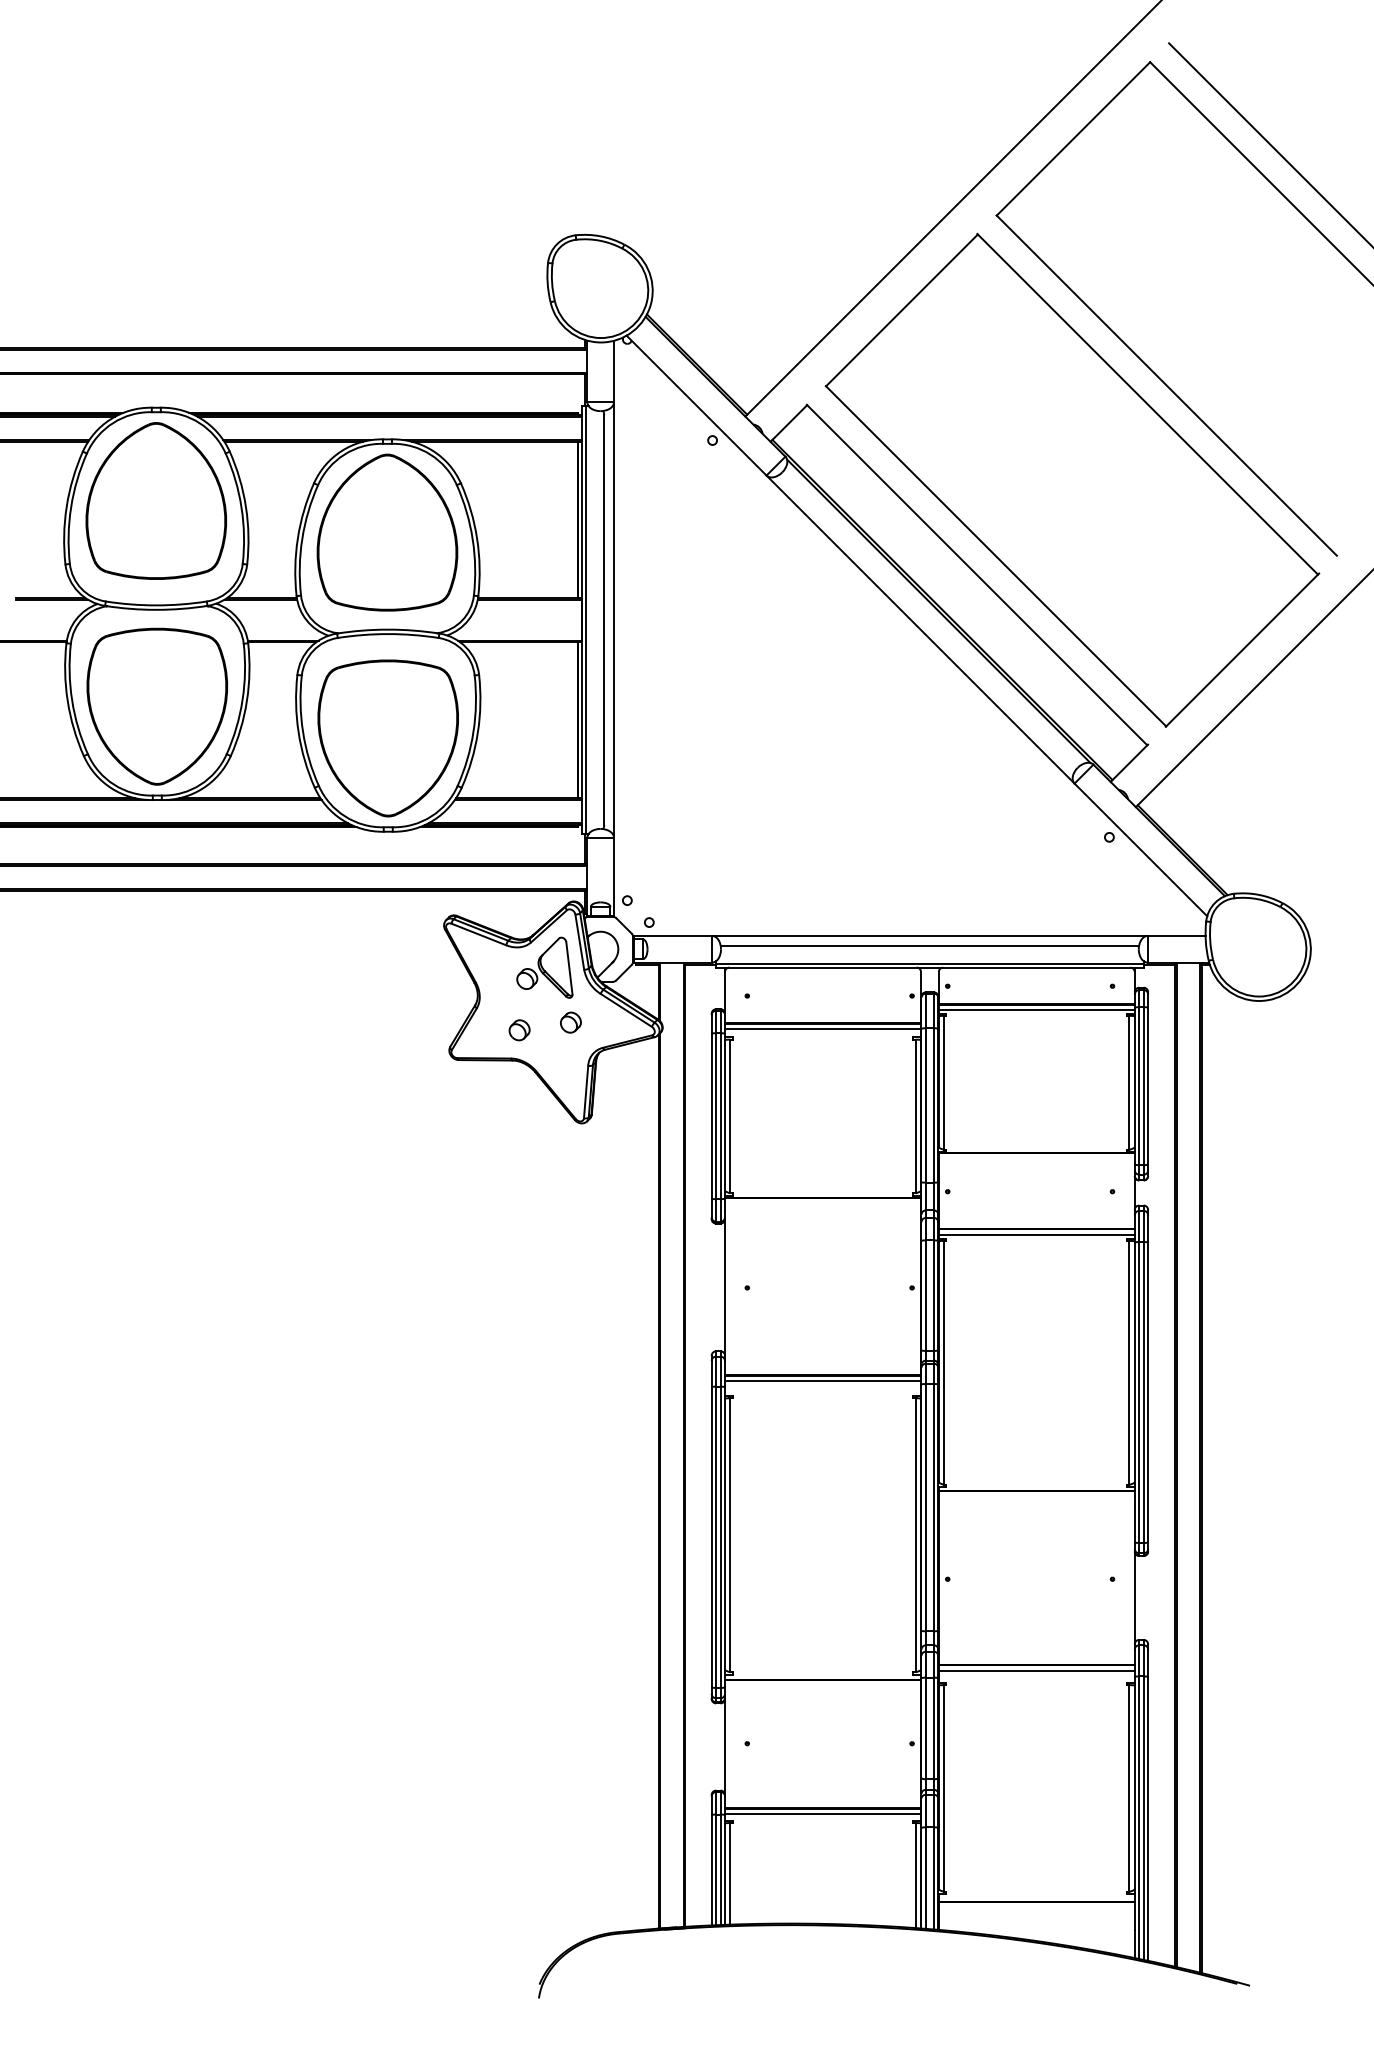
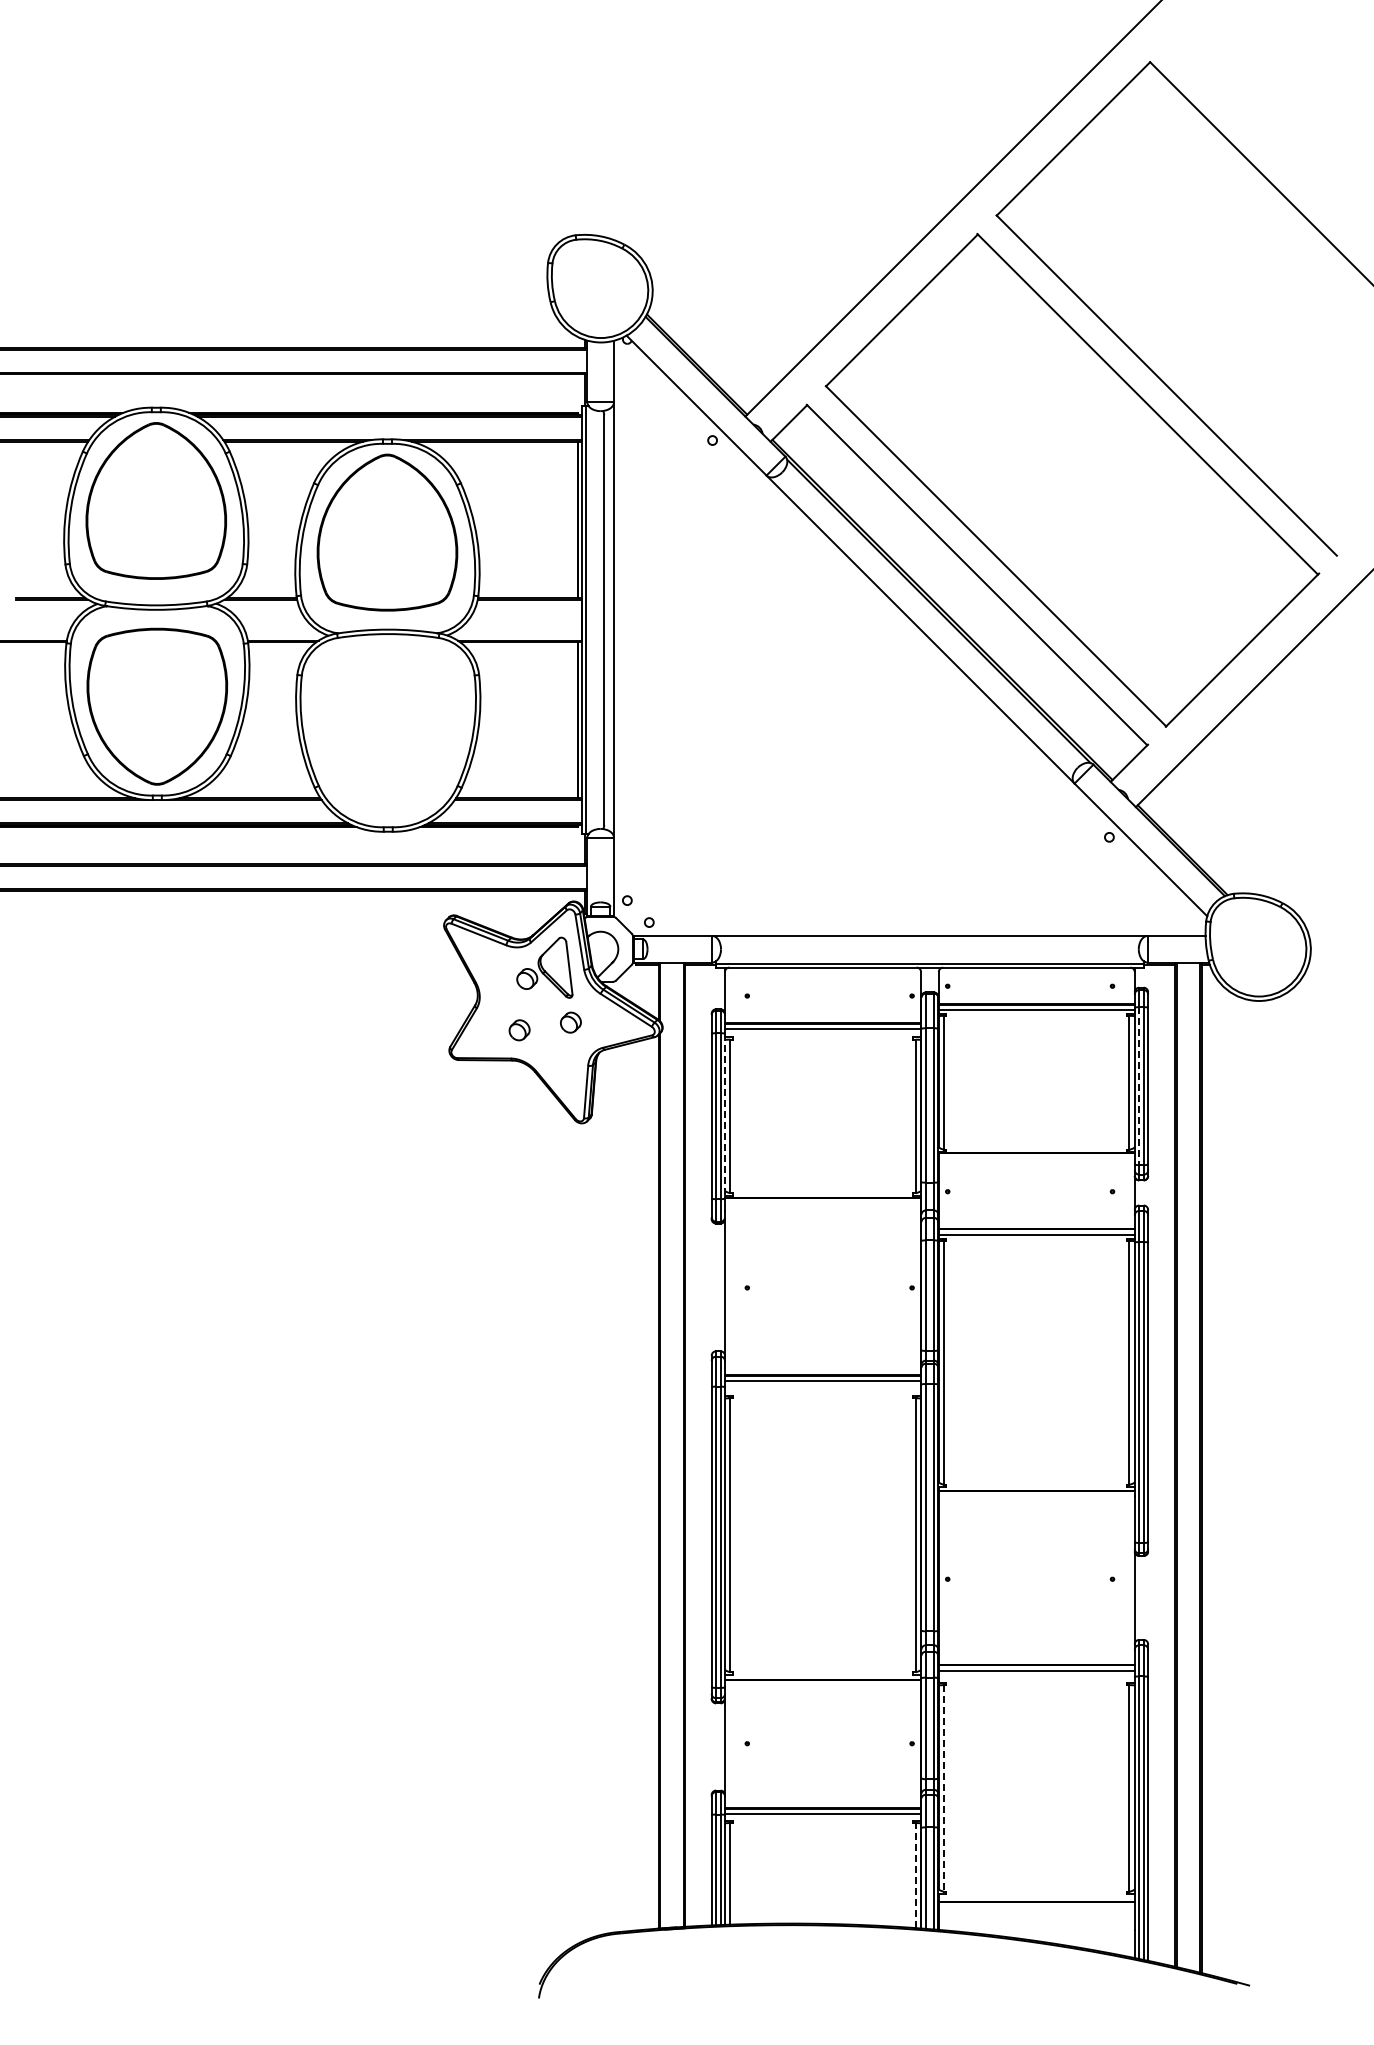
line at (1269, 143): present -> none
part at (387, 738): present -> none
line at (929, 945): present -> none
line at (1139, 1086): solid -> dashed
line at (725, 1116): solid -> dashed
line at (944, 1788): solid -> dashed
line at (915, 1875): solid -> dashed
